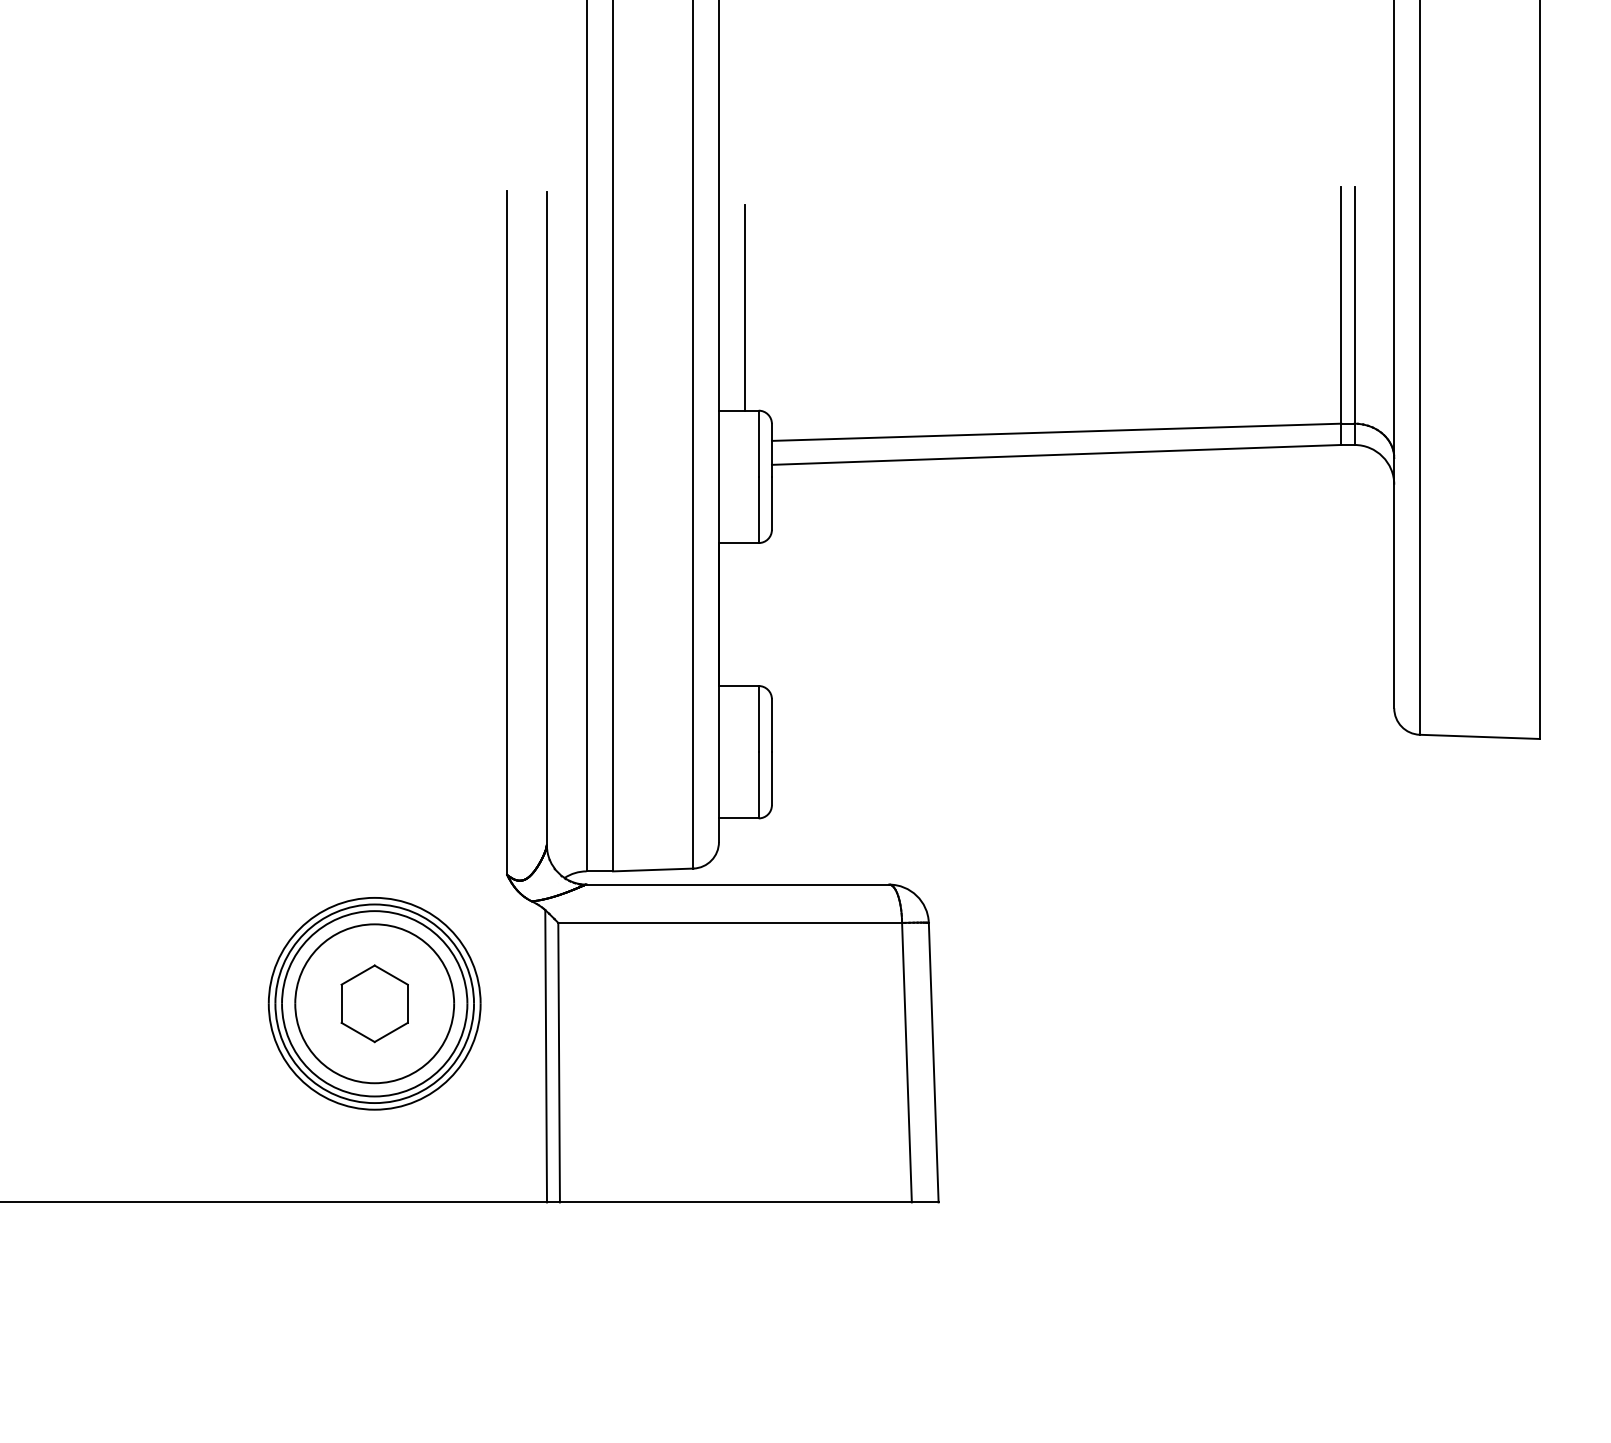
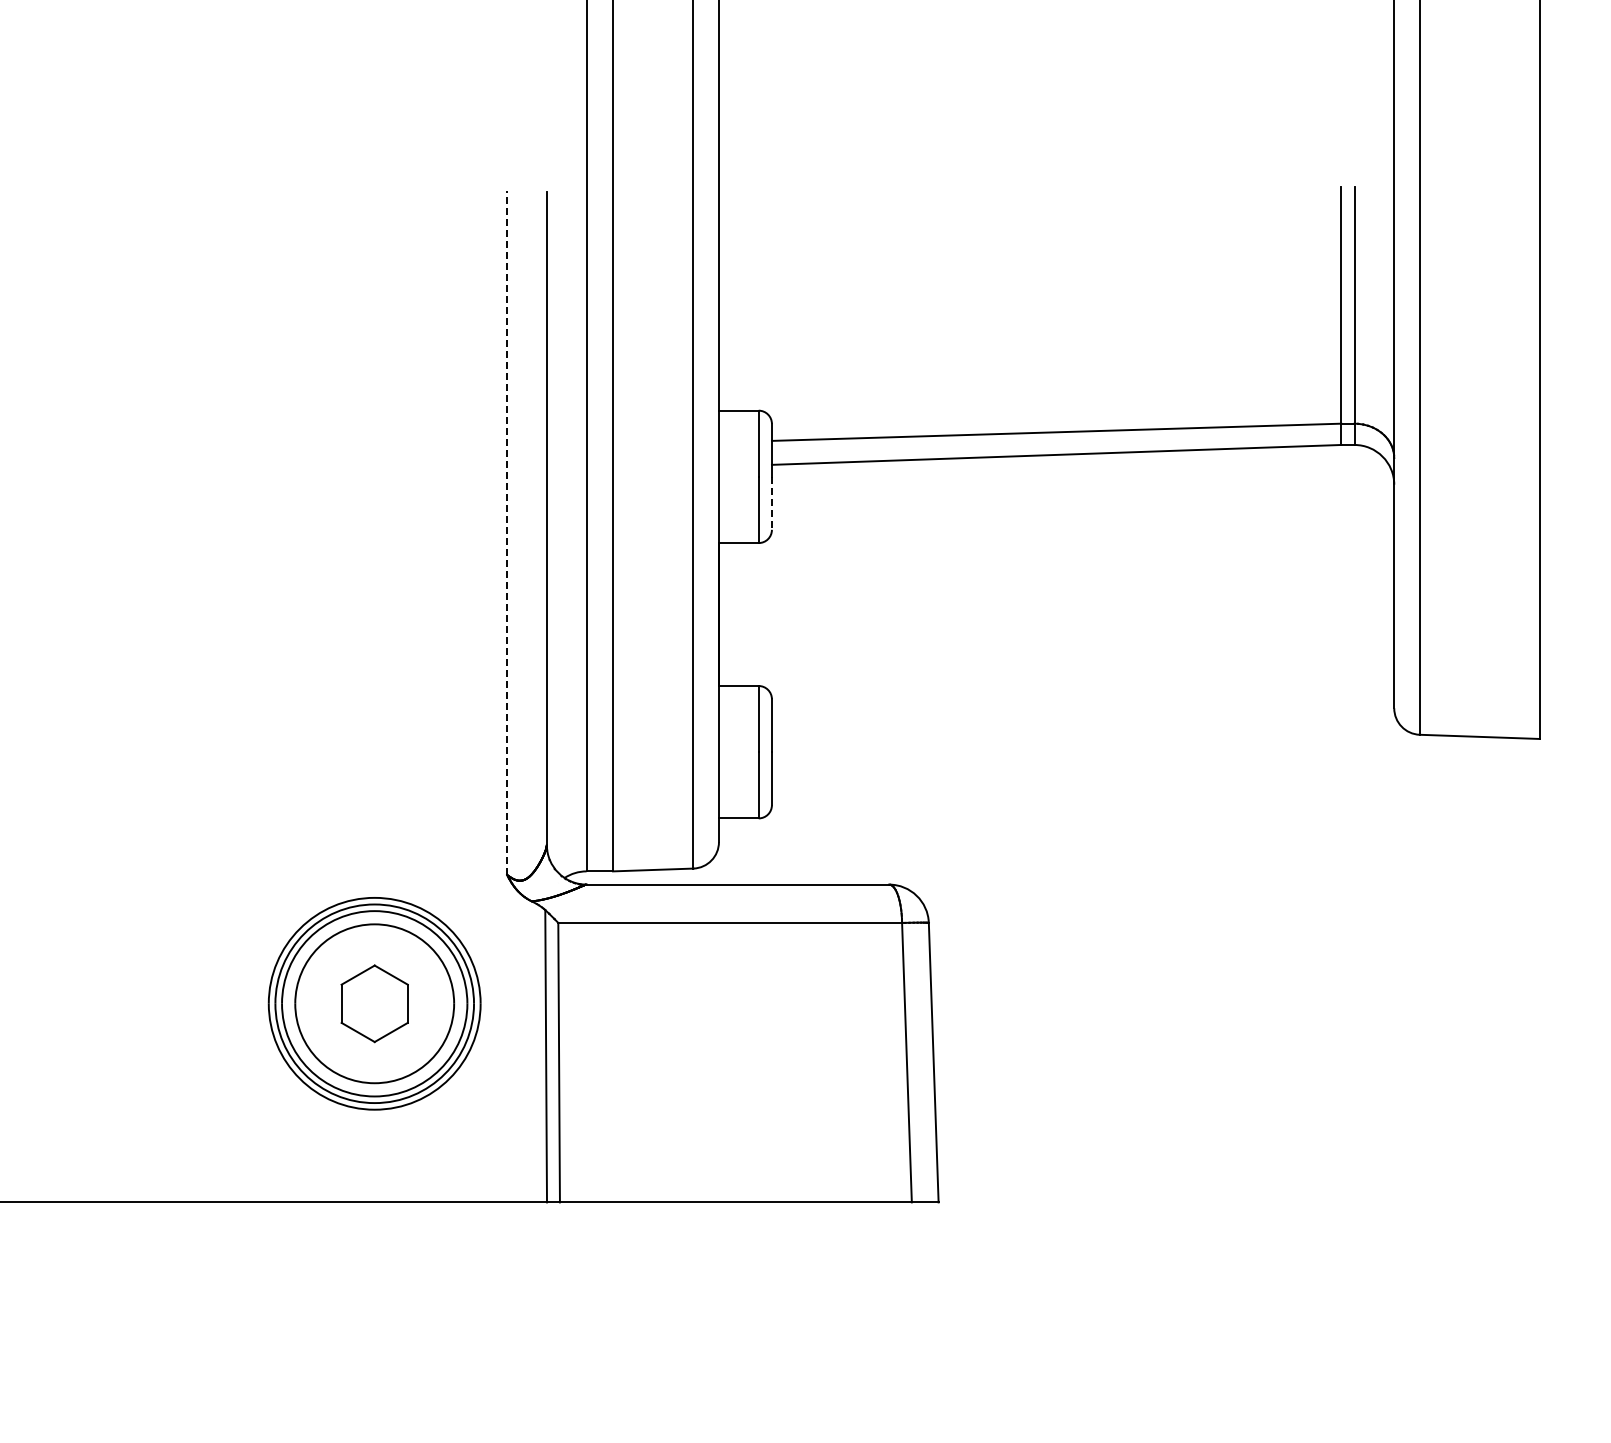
line at (744, 307): present -> none
line at (771, 503): solid -> dashed
line at (507, 532): solid -> dashed
